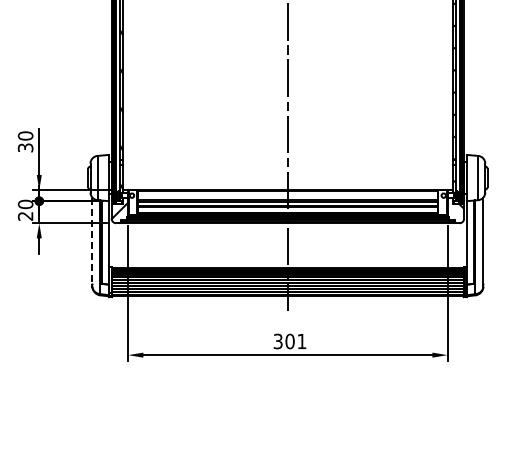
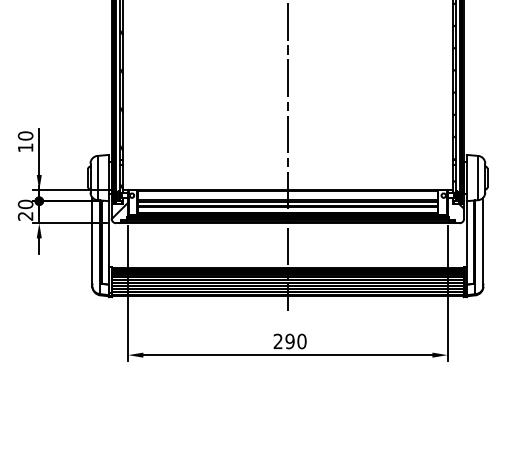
text at (25, 147): 30 -> 10
line at (92, 240): dashed -> solid
text at (289, 341): 301 -> 290
